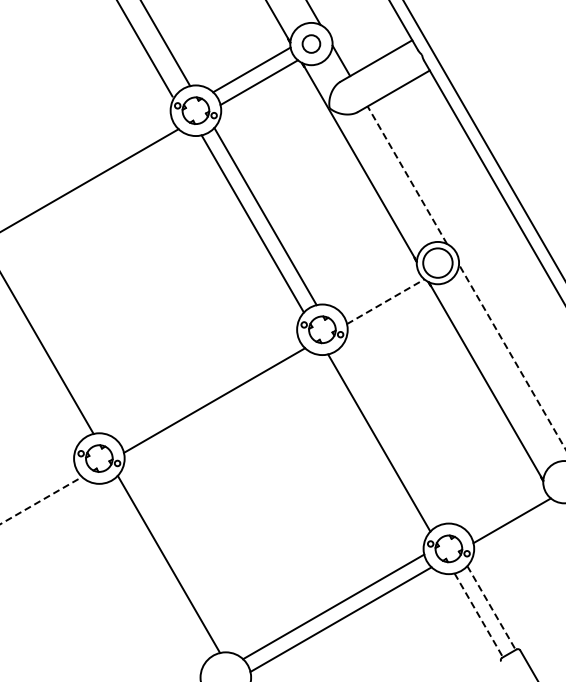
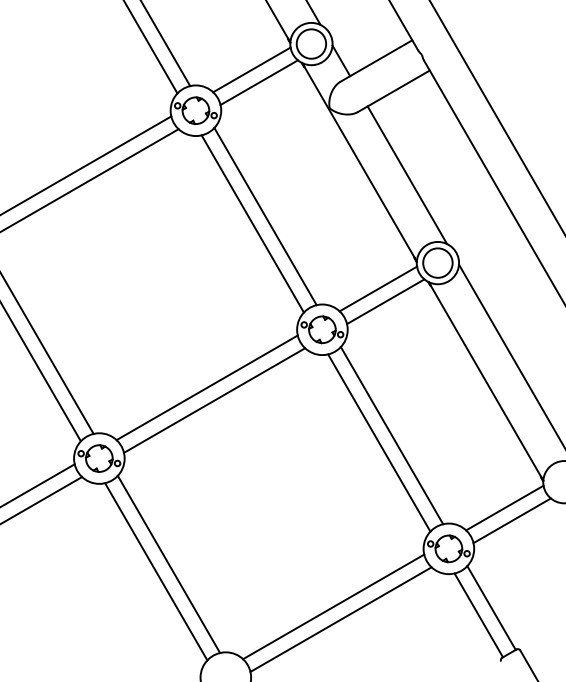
circle at (311, 43) diameter: 18 px -> 29 px
line at (145, 49) position: (145, 49) -> (150, 47)
line at (483, 139) position: (483, 139) -> (496, 116)
line at (86, 165): none -> present
line at (407, 174): dashed -> solid
line at (378, 288): none -> present
line at (385, 301): dashed -> solid
line at (512, 357): dashed -> solid
line at (41, 372): none -> present
line at (206, 387): none -> present
line at (391, 435): none -> present
line at (38, 484): none -> present
line at (41, 500): dashed -> solid
line at (504, 507): none -> present
line at (156, 571): none -> present
line at (491, 608): dashed -> solid
line at (479, 615): dashed -> solid
